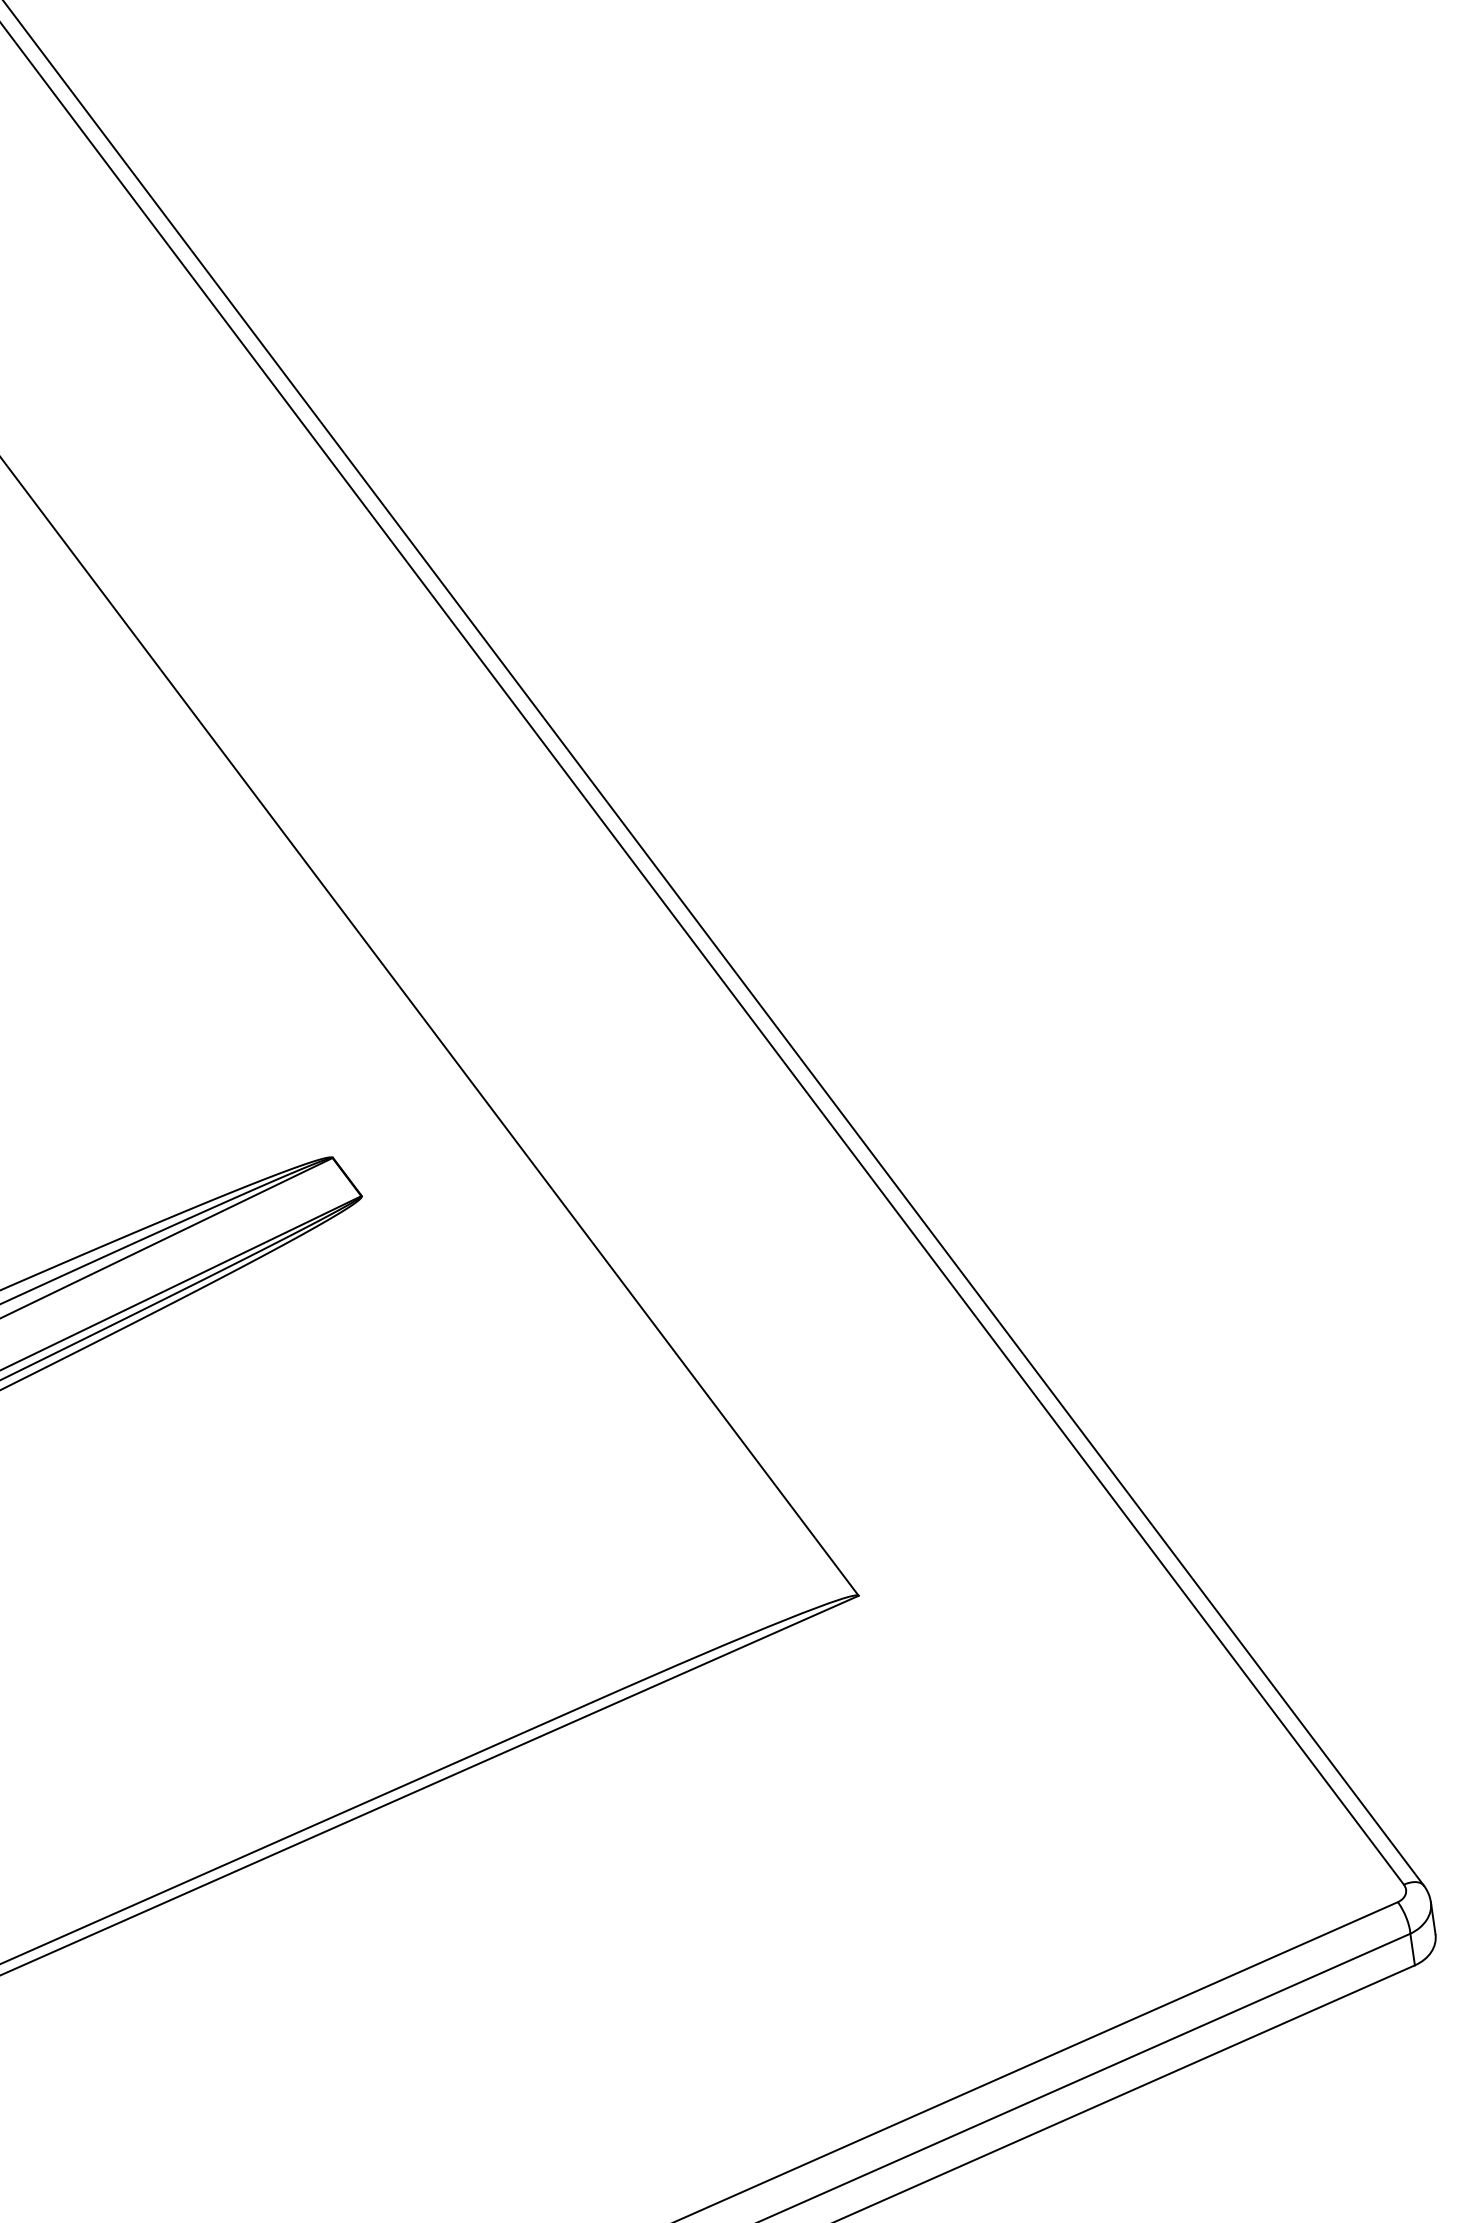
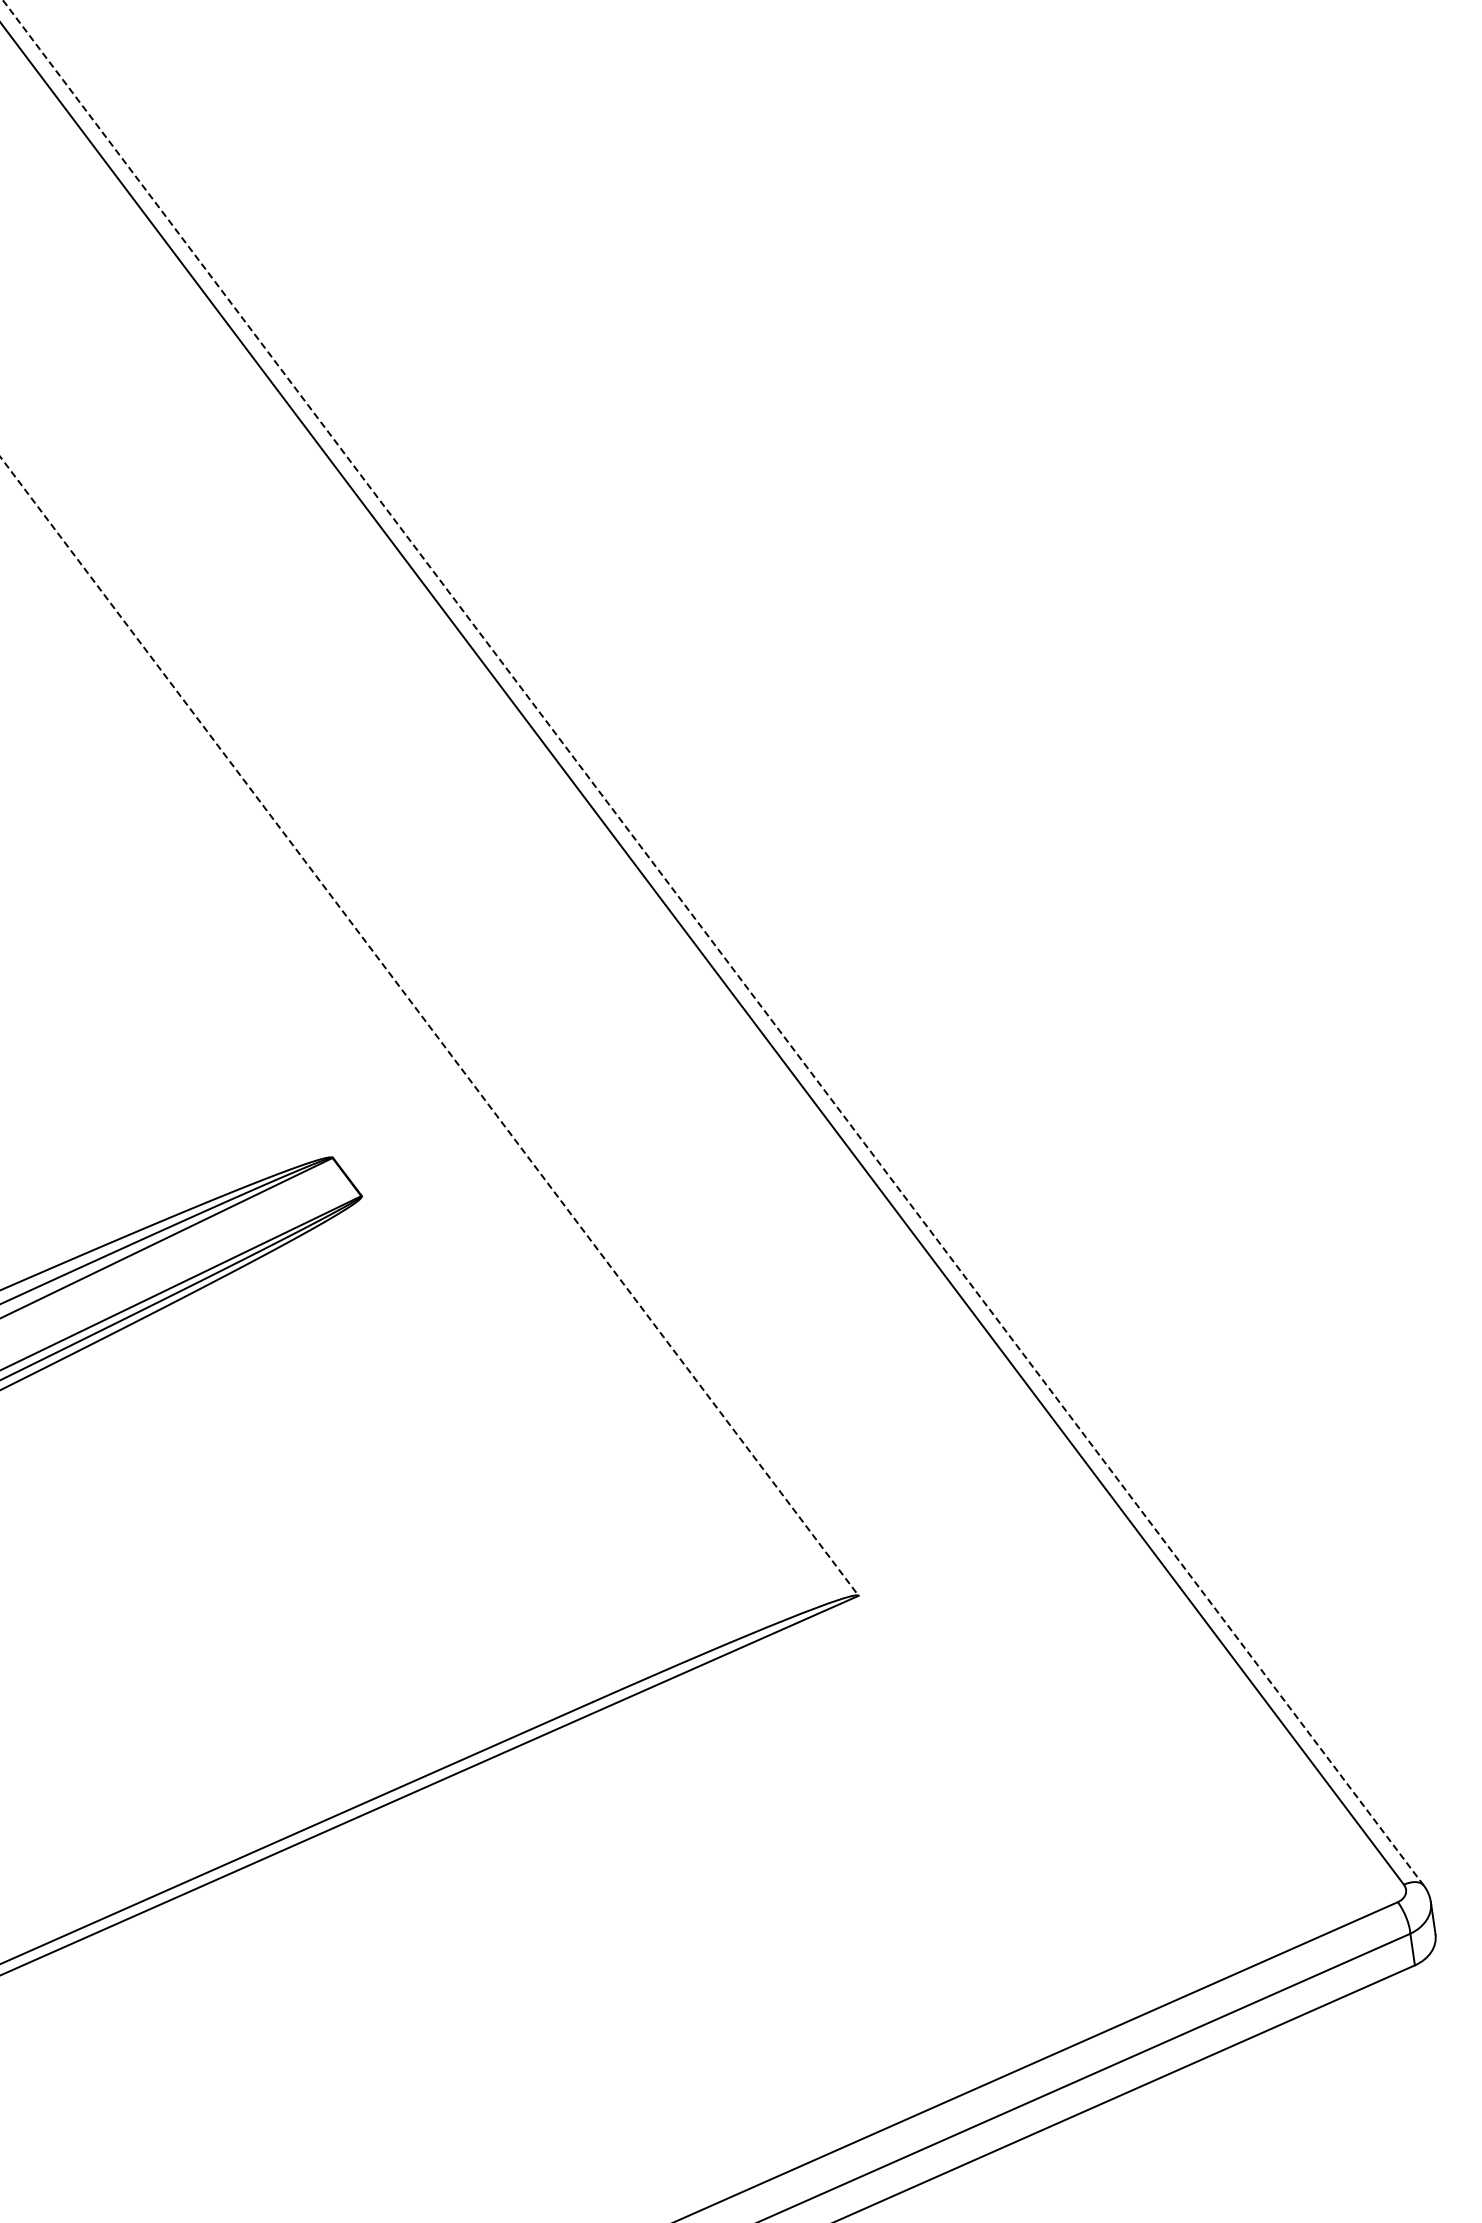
line at (713, 942): solid -> dashed
line at (429, 1026): solid -> dashed
